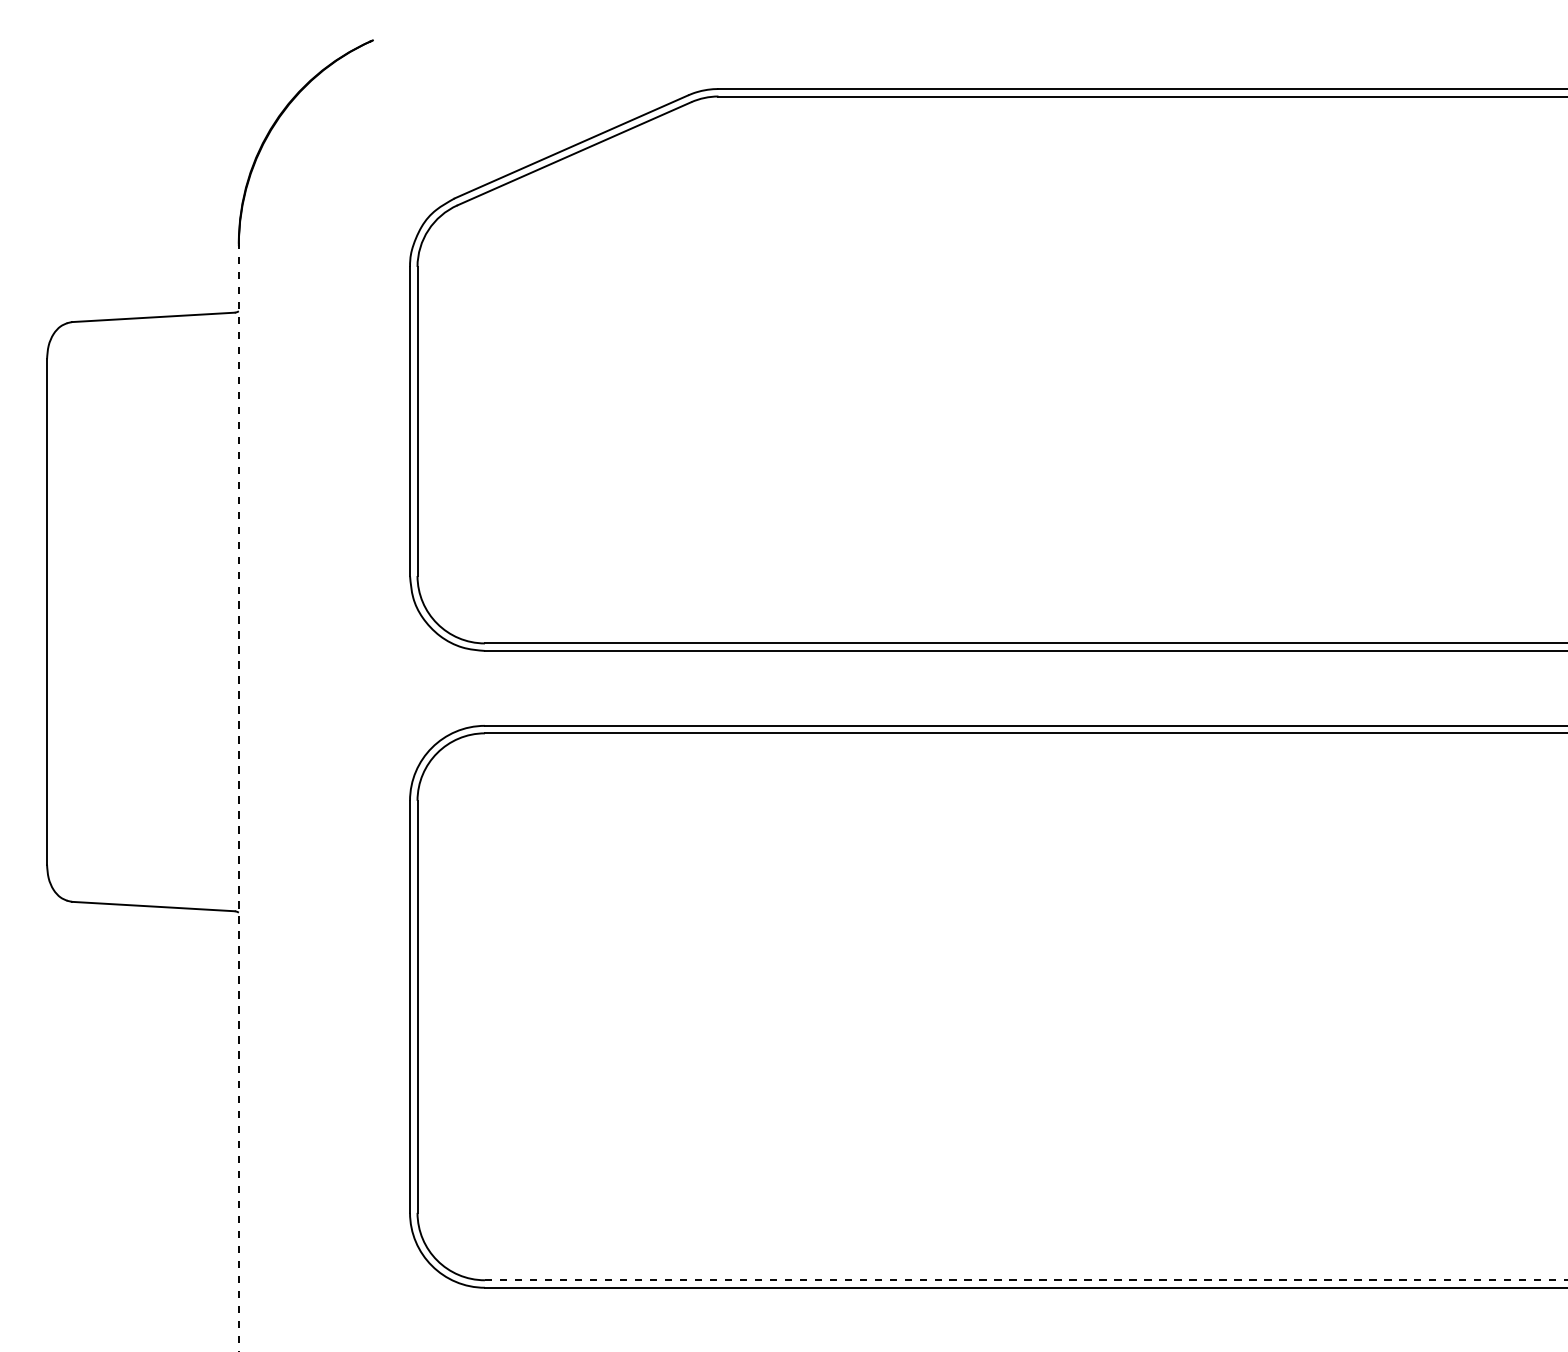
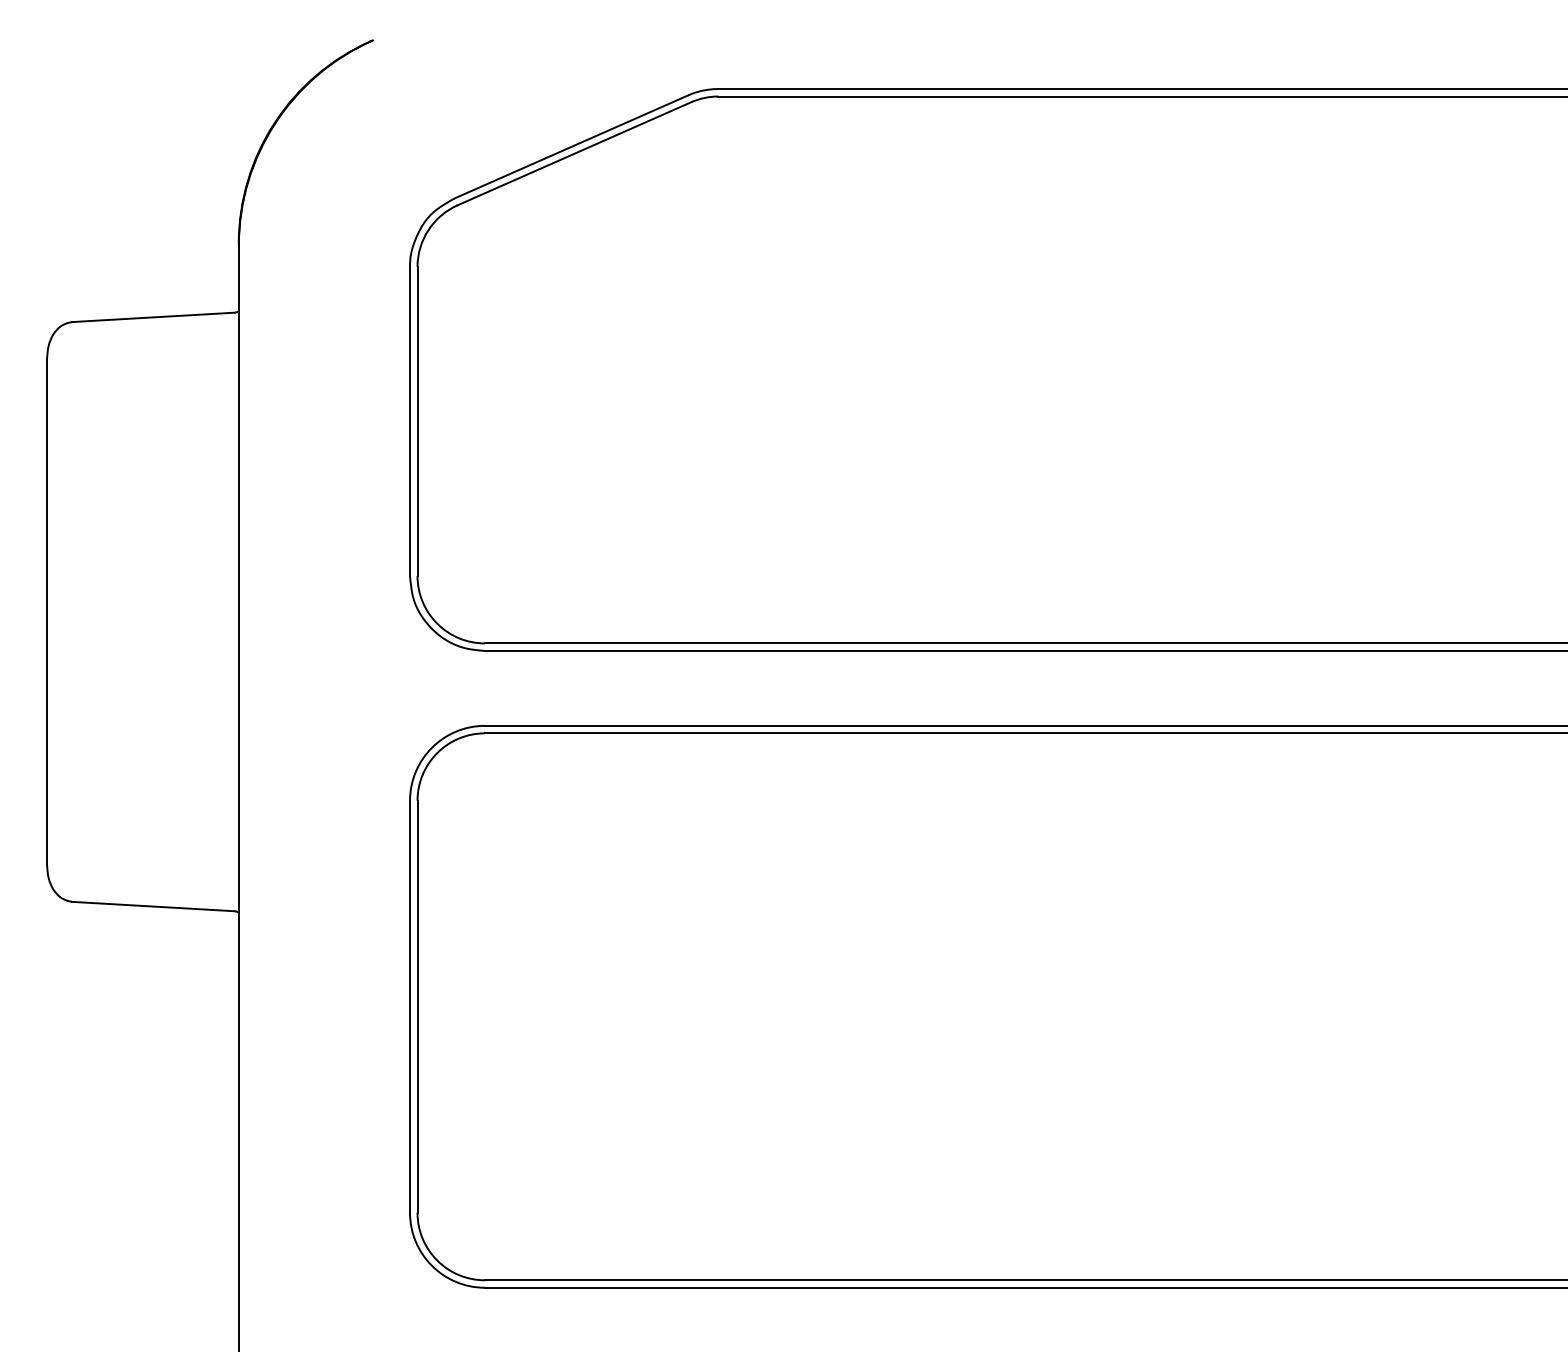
line at (238, 798): dashed -> solid
line at (1026, 1280): dashed -> solid
